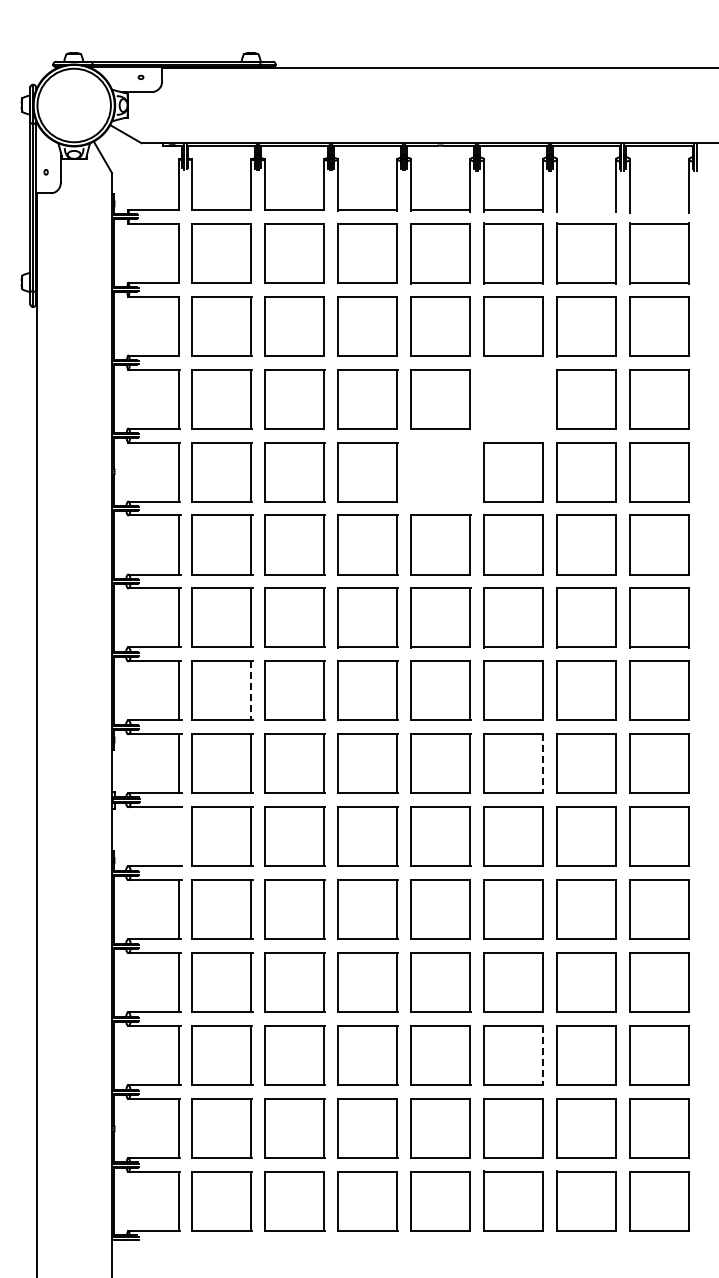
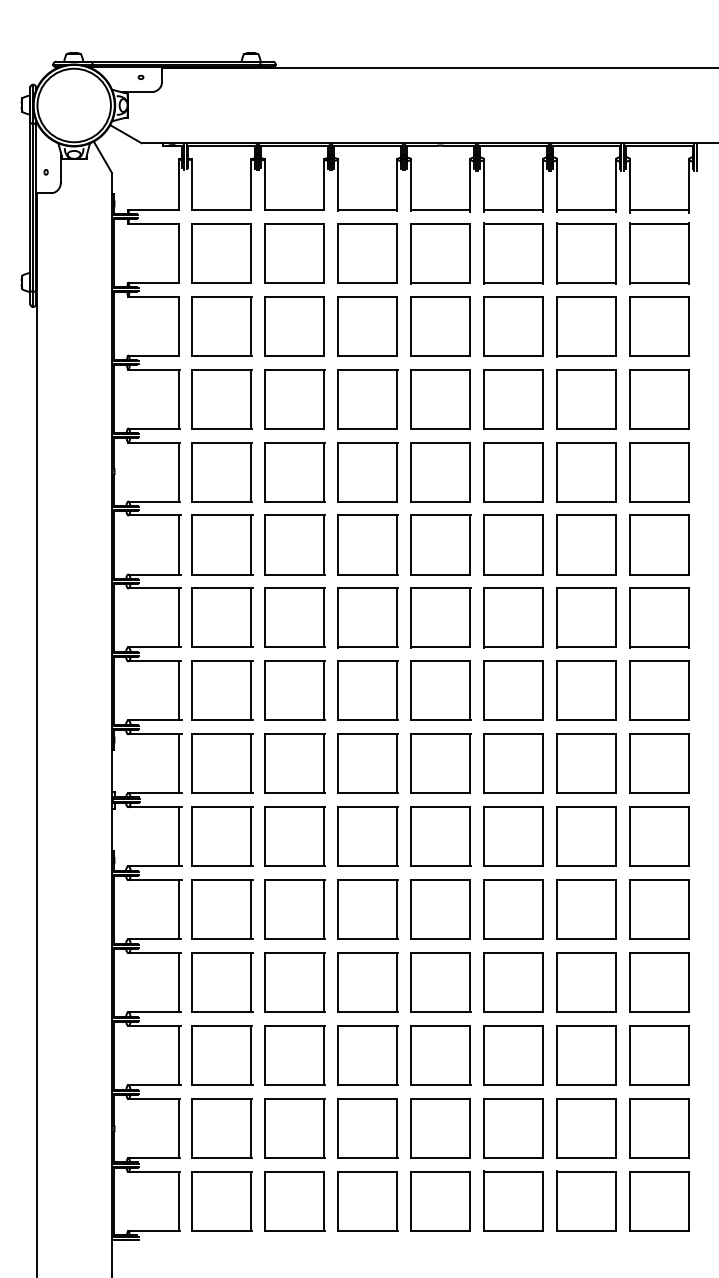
line at (586, 209): none -> present
line at (659, 209): none -> present
part at (513, 399): none -> present
part at (440, 472): none -> present
line at (251, 690): dashed -> solid
line at (543, 764): dashed -> solid
line at (178, 836): none -> present
line at (543, 1055): dashed -> solid
